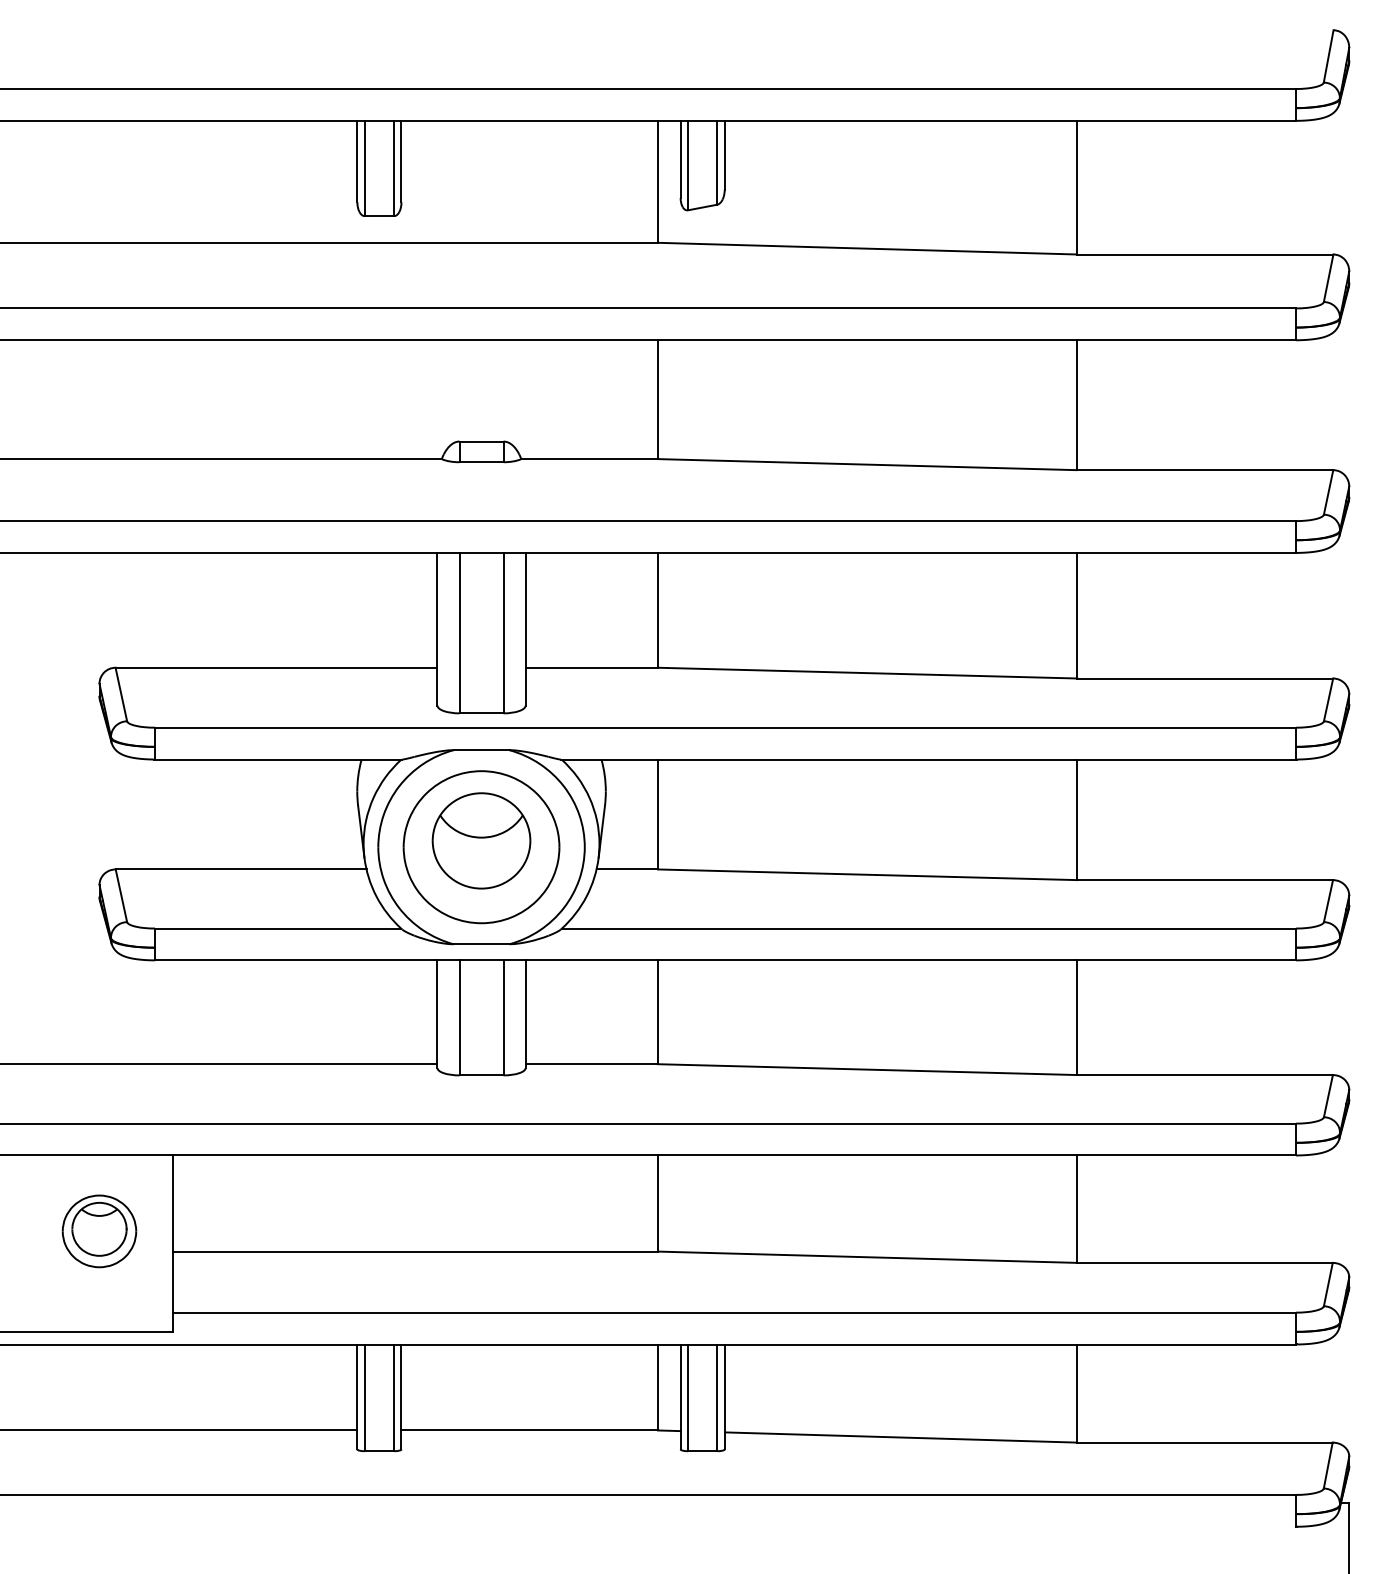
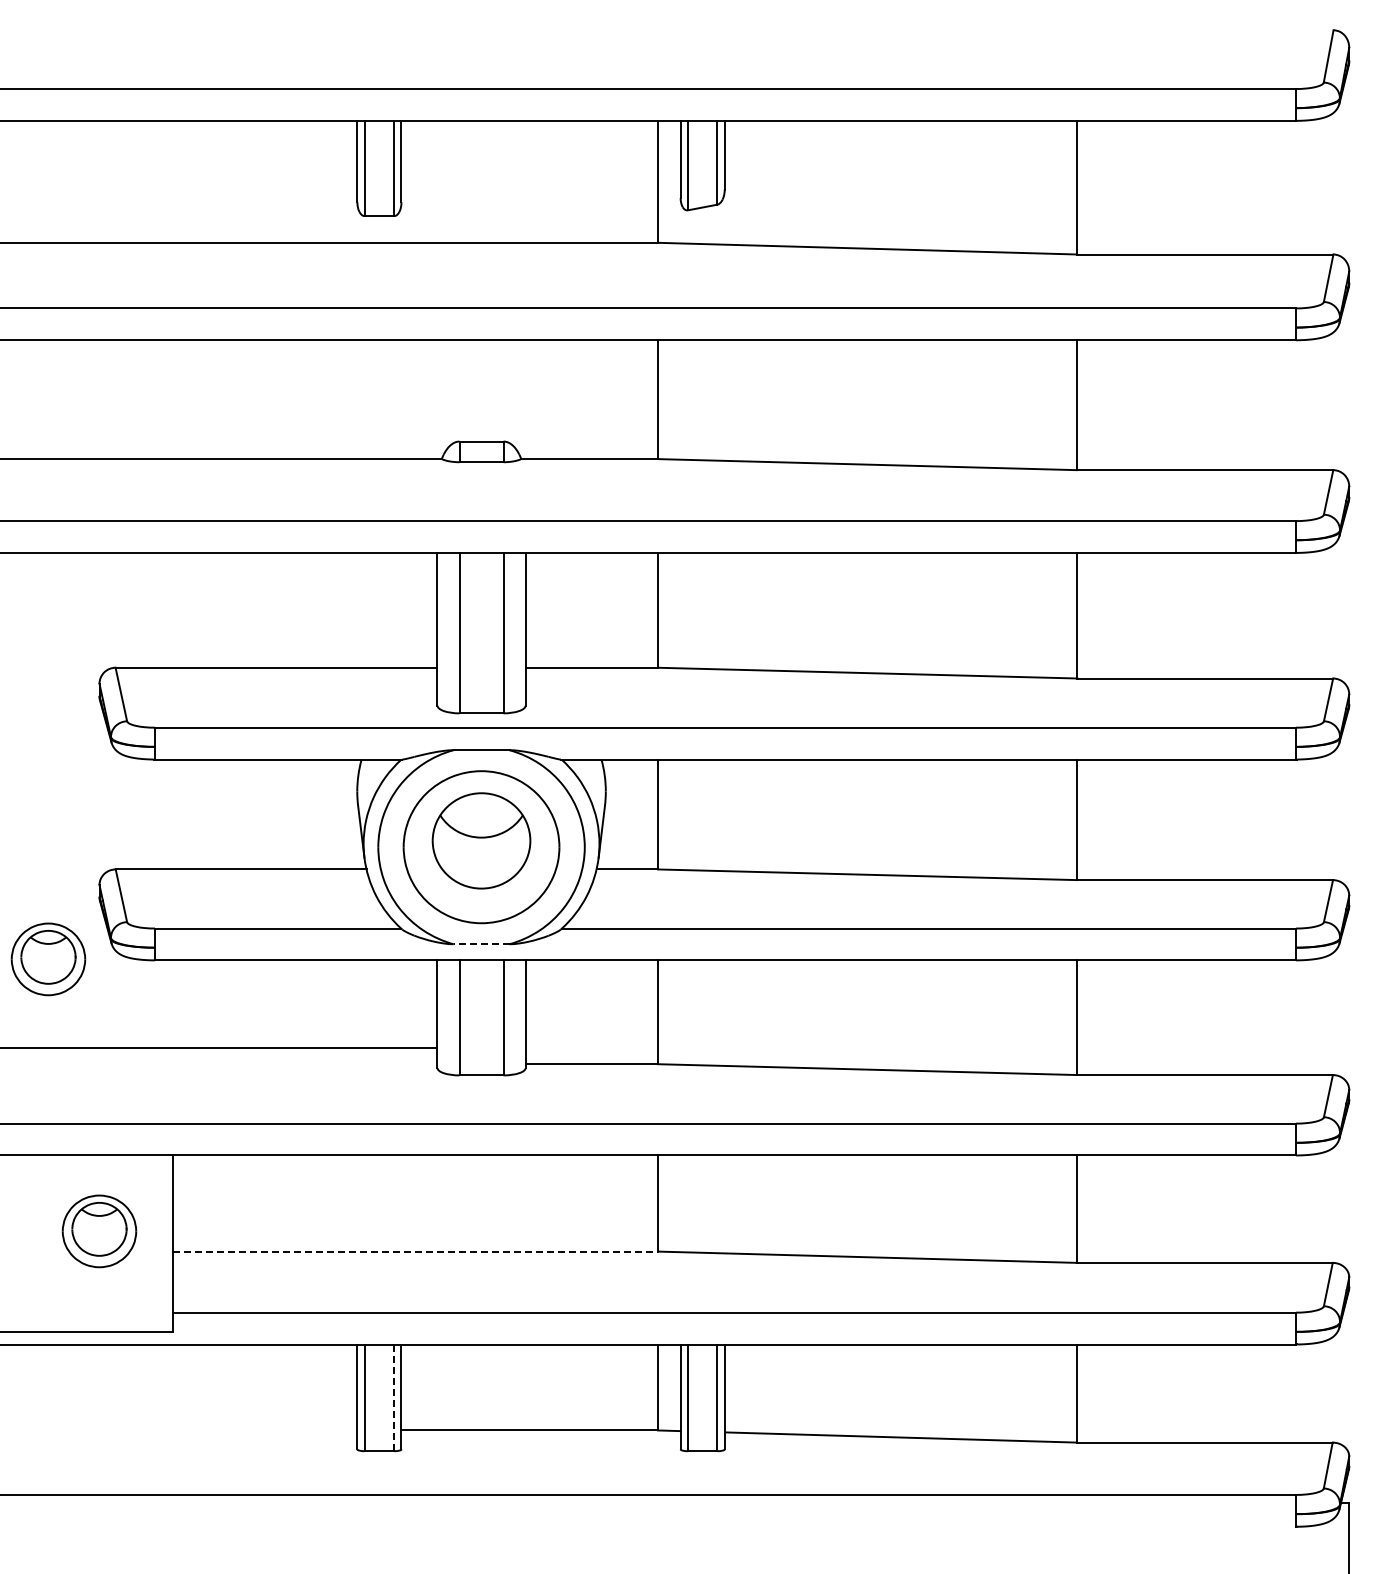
line at (481, 944): solid -> dashed
part at (48, 959): none -> present
line at (219, 1064) position: (219, 1064) -> (219, 1048)
line at (415, 1251): solid -> dashed
line at (394, 1398): solid -> dashed
line at (179, 1430): present -> none
